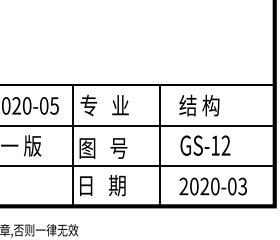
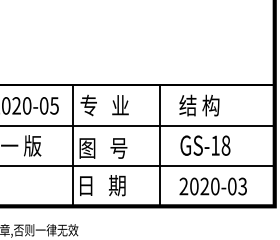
text at (225, 145): GS-12 -> GS-18
